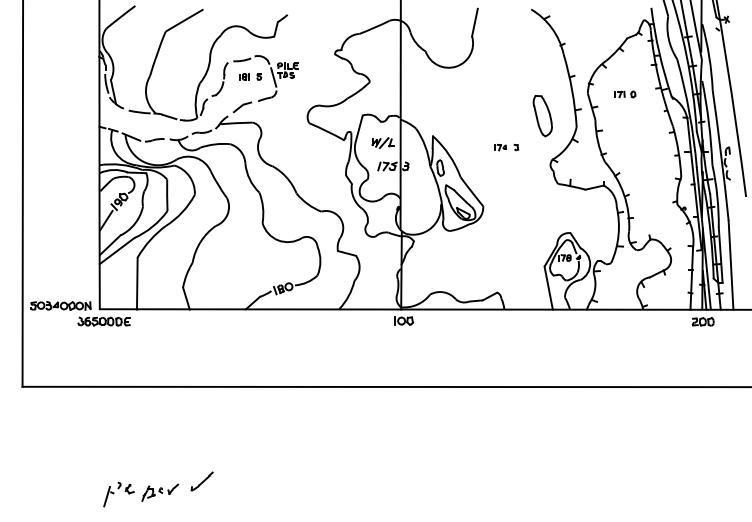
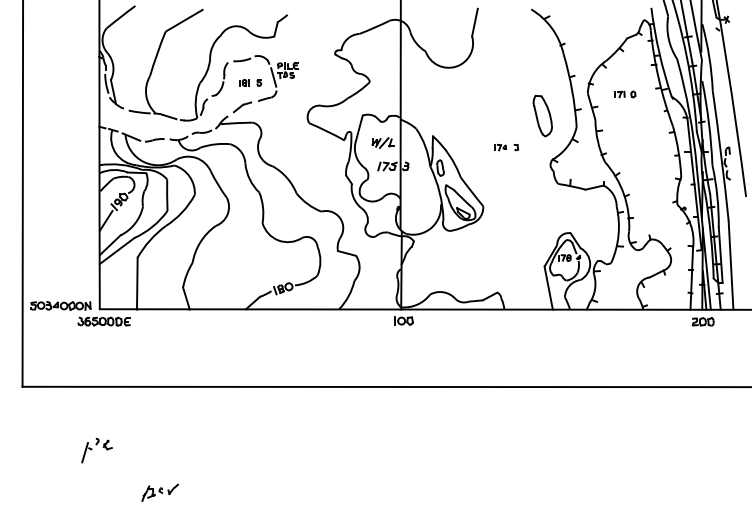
part at (250, 76) position: (250, 76) -> (250, 82)
part at (201, 481): present -> none
part at (118, 494) position: (118, 494) -> (96, 450)
